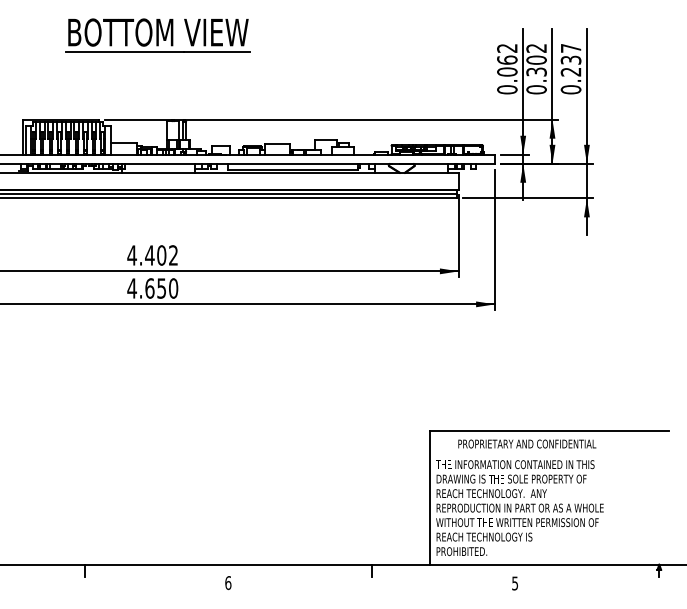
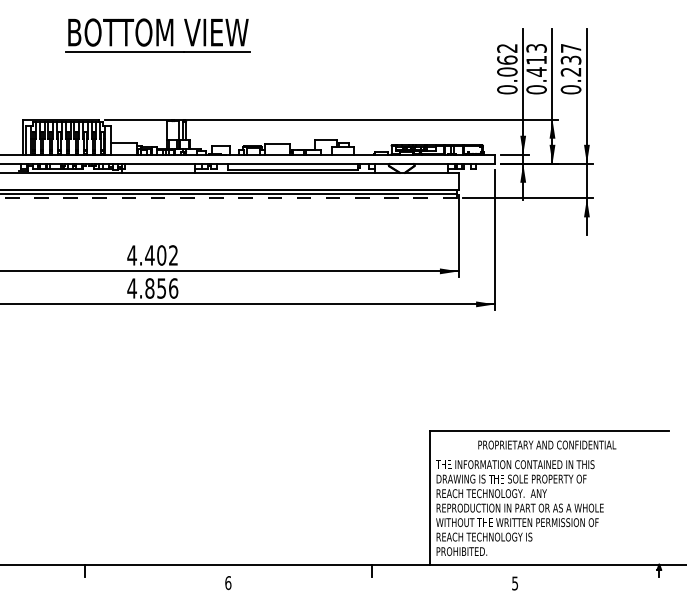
text at (536, 60): 0.302 -> 0.413
line at (228, 198): solid -> dashed
text at (161, 288): 4.650 -> 4.856
text at (527, 443) position: (527, 443) -> (547, 444)
